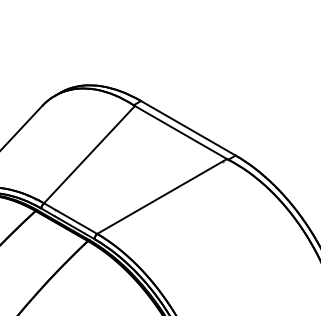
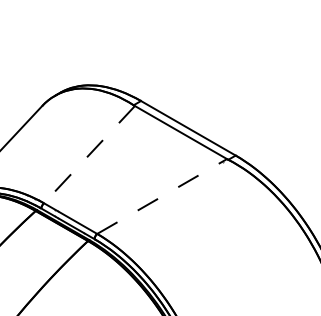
line at (89, 154): solid -> dashed
line at (162, 196): solid -> dashed
